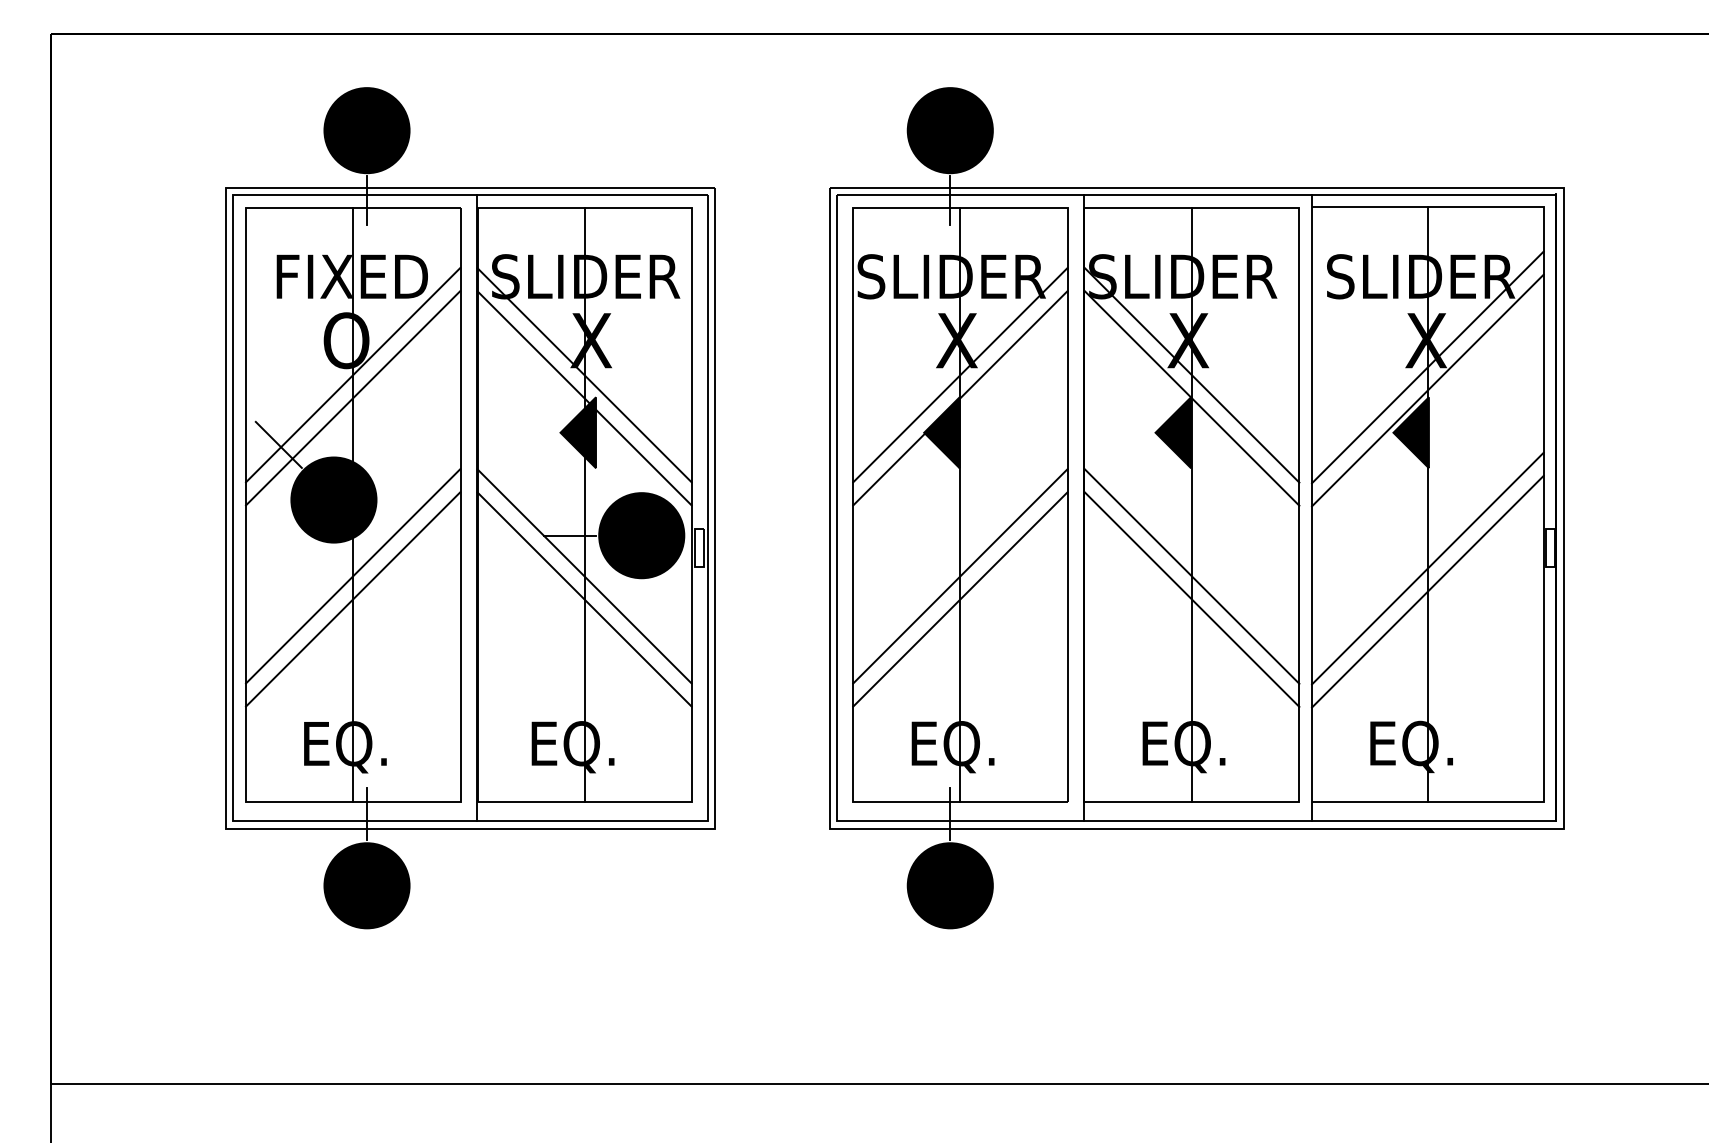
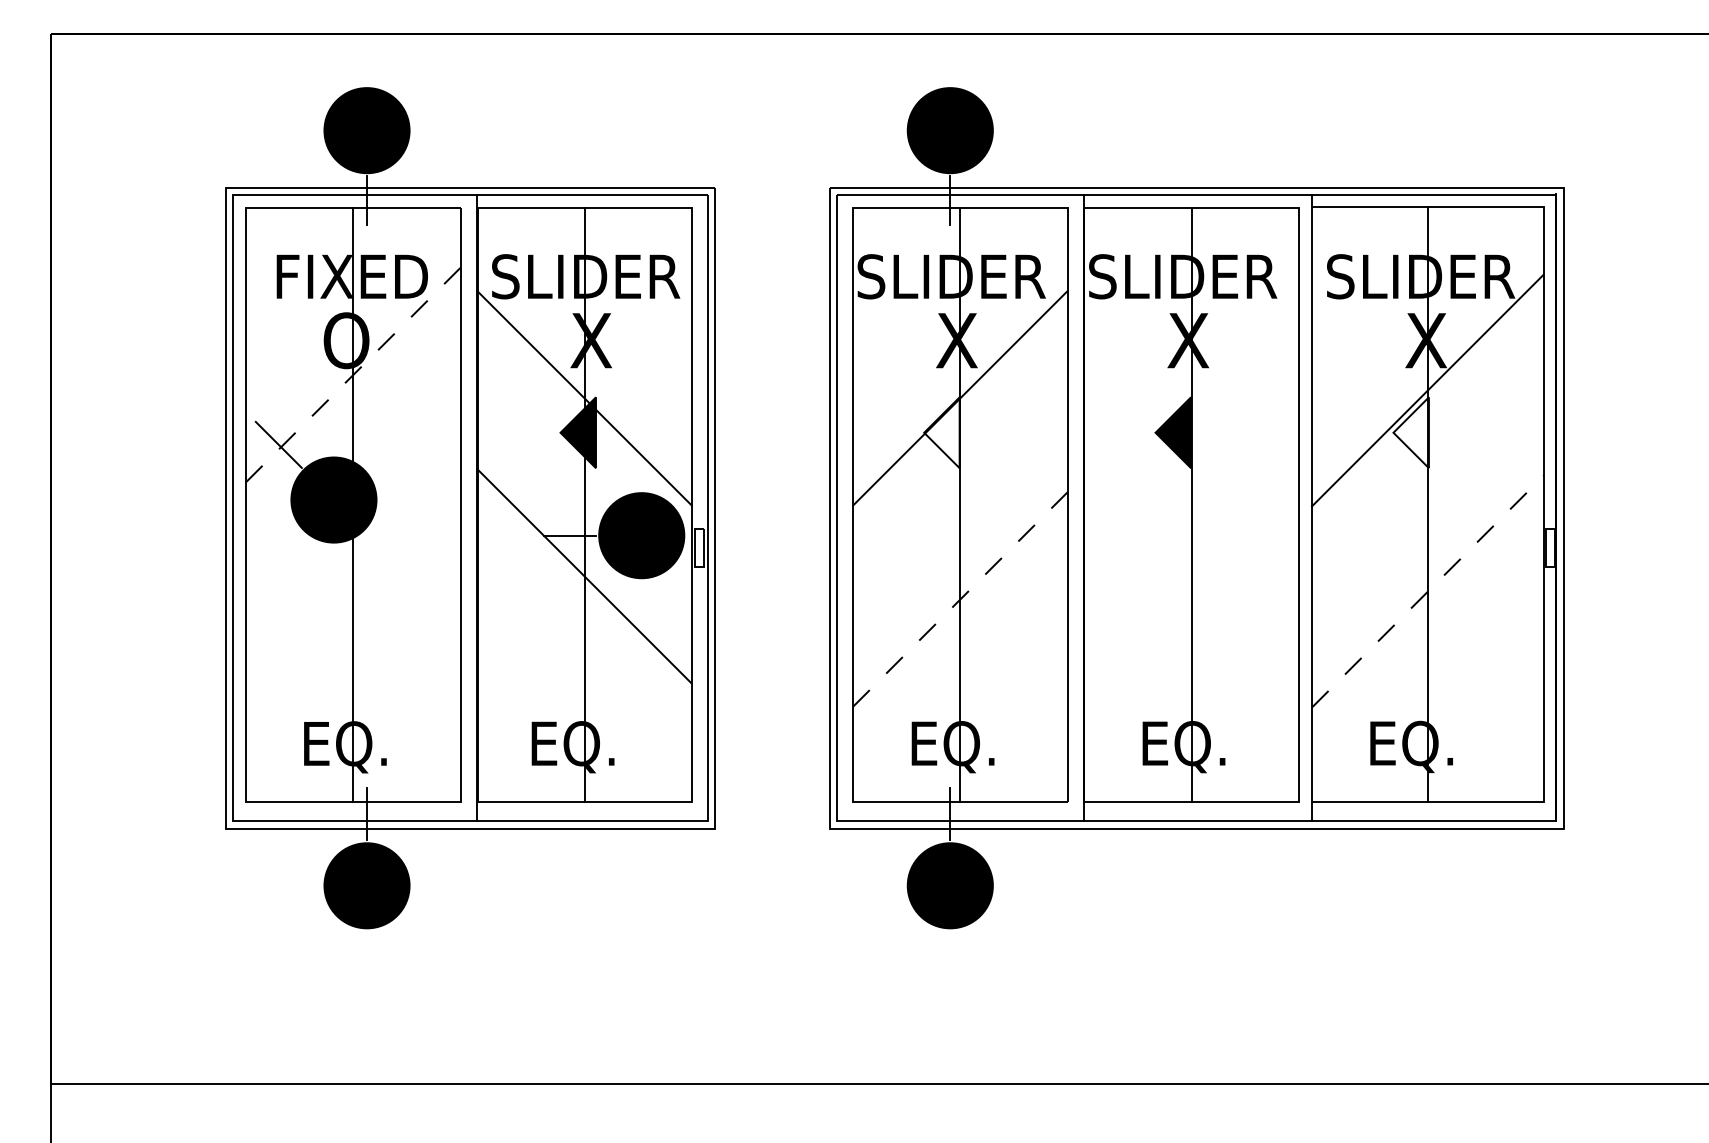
line at (1427, 367): present -> none
line at (353, 375): solid -> dashed
line at (584, 375): present -> none
line at (960, 375): present -> none
line at (1191, 375): present -> none
line at (353, 398): present -> none
line at (1191, 398): present -> none
fill at (941, 432): present -> none
fill at (1410, 432): present -> none
line at (1427, 568): present -> none
line at (353, 576): present -> none
line at (960, 576): present -> none
line at (1191, 576): present -> none
line at (1427, 591): solid -> dashed
line at (353, 599): present -> none
line at (584, 599): present -> none
line at (960, 599): solid -> dashed
line at (1191, 599): present -> none
